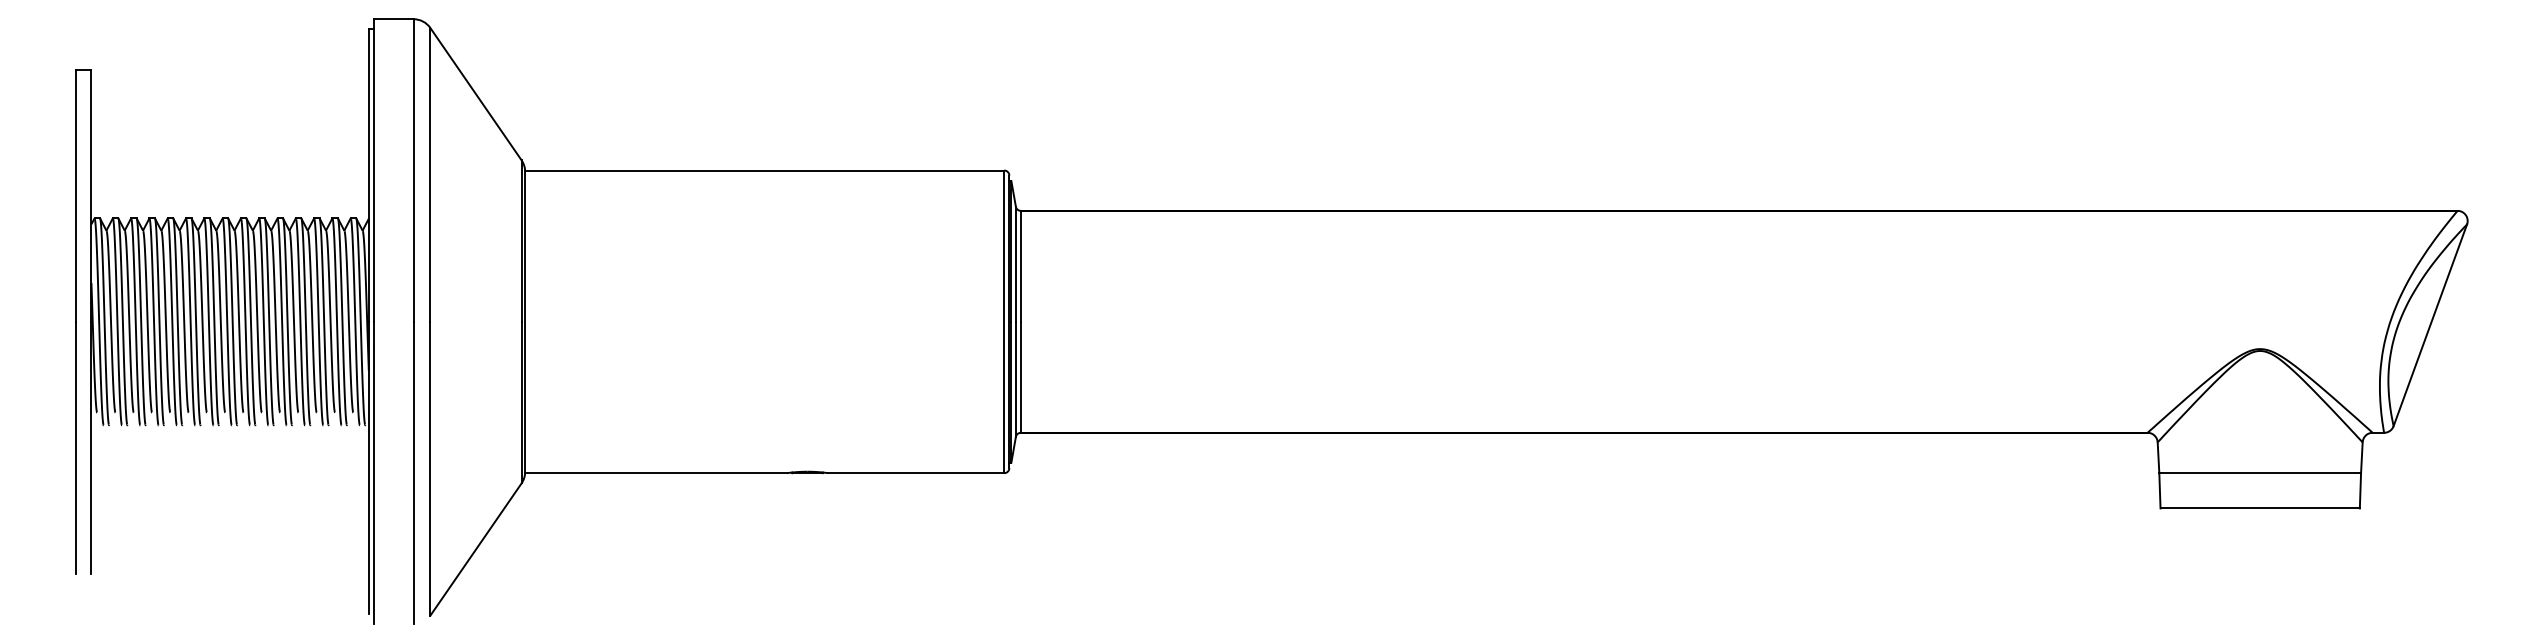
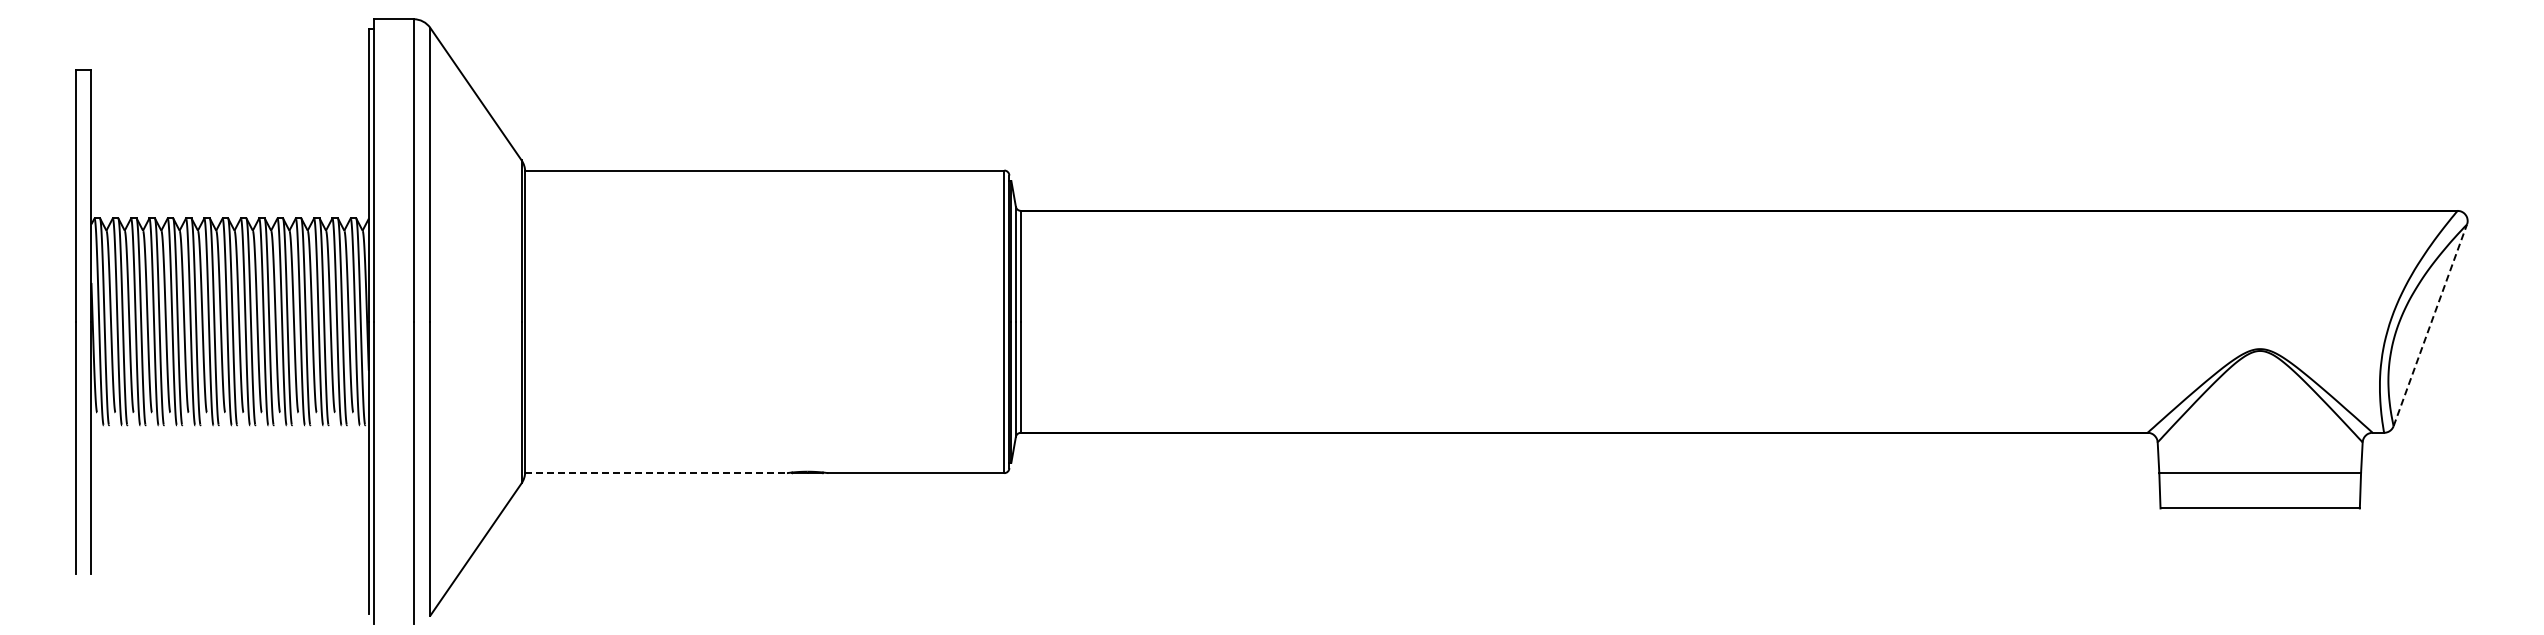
line at (2430, 324): solid -> dashed
line at (656, 473): solid -> dashed
